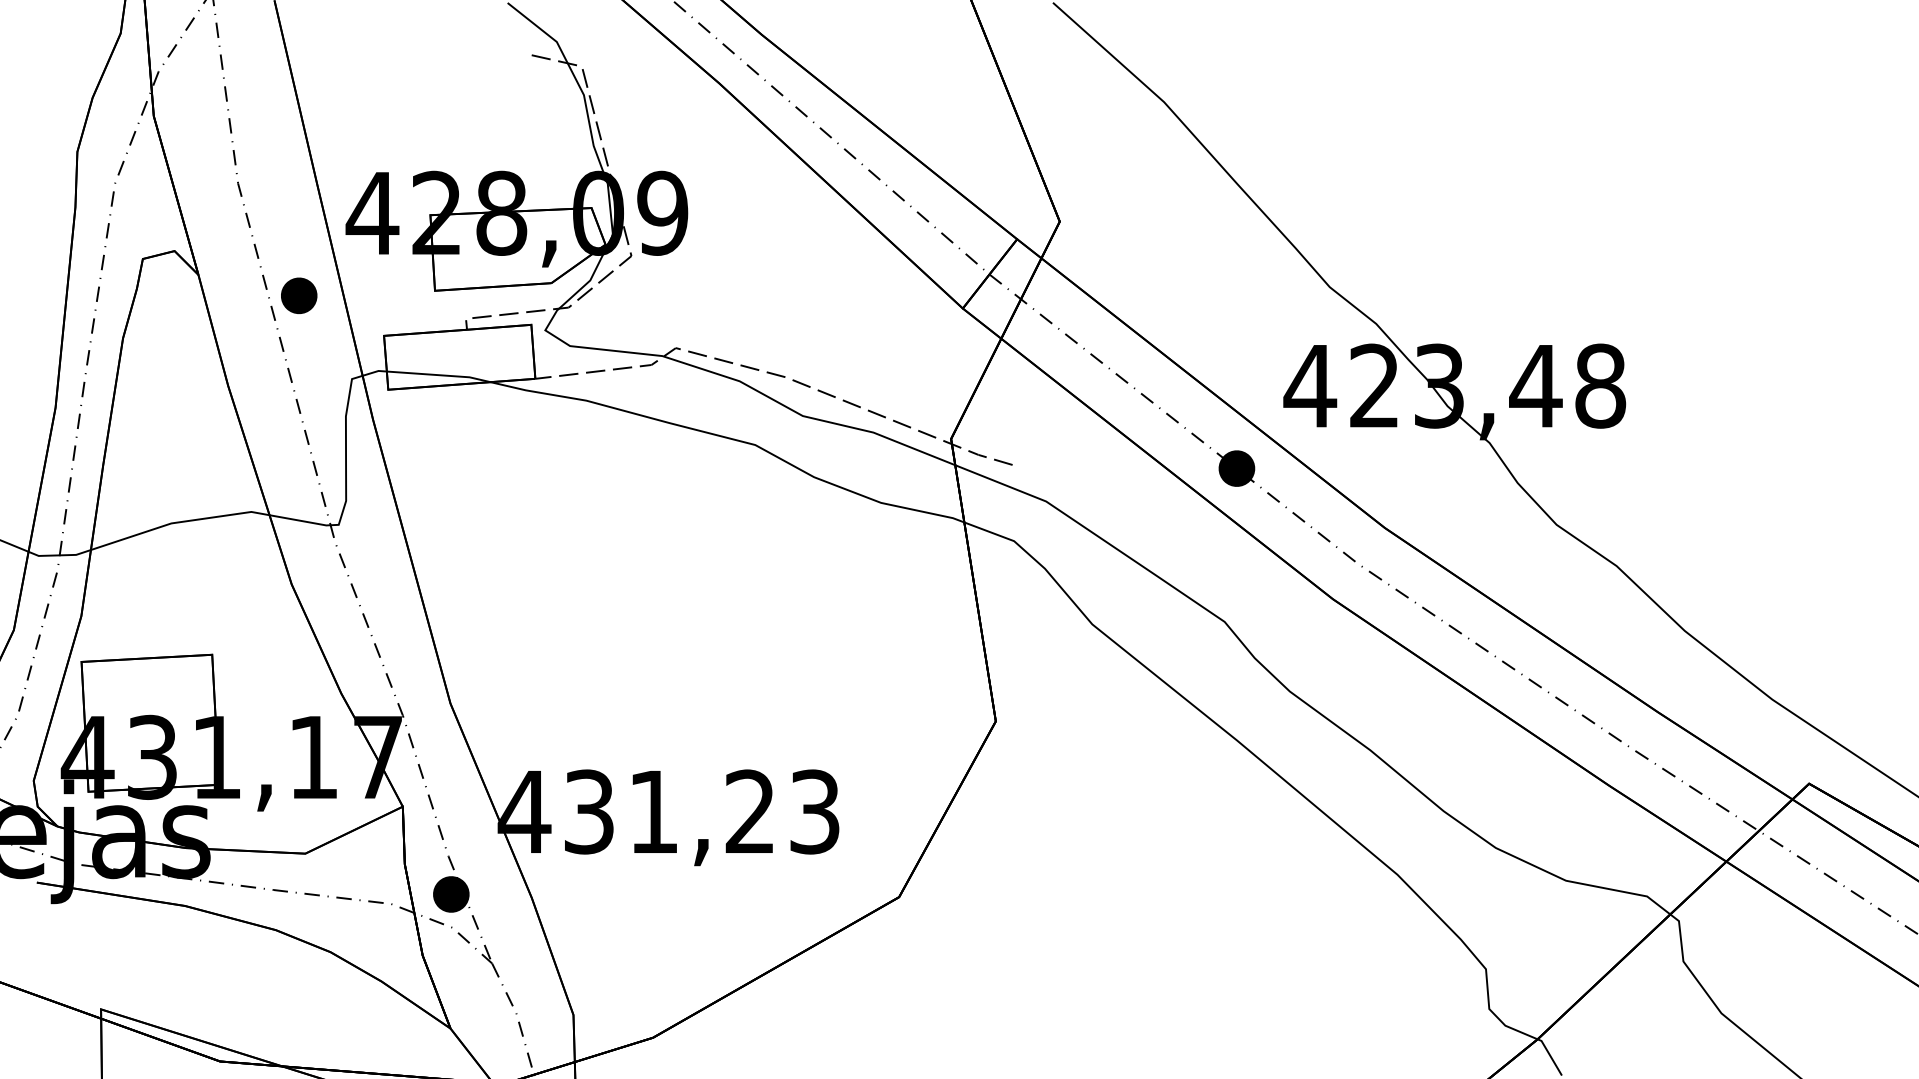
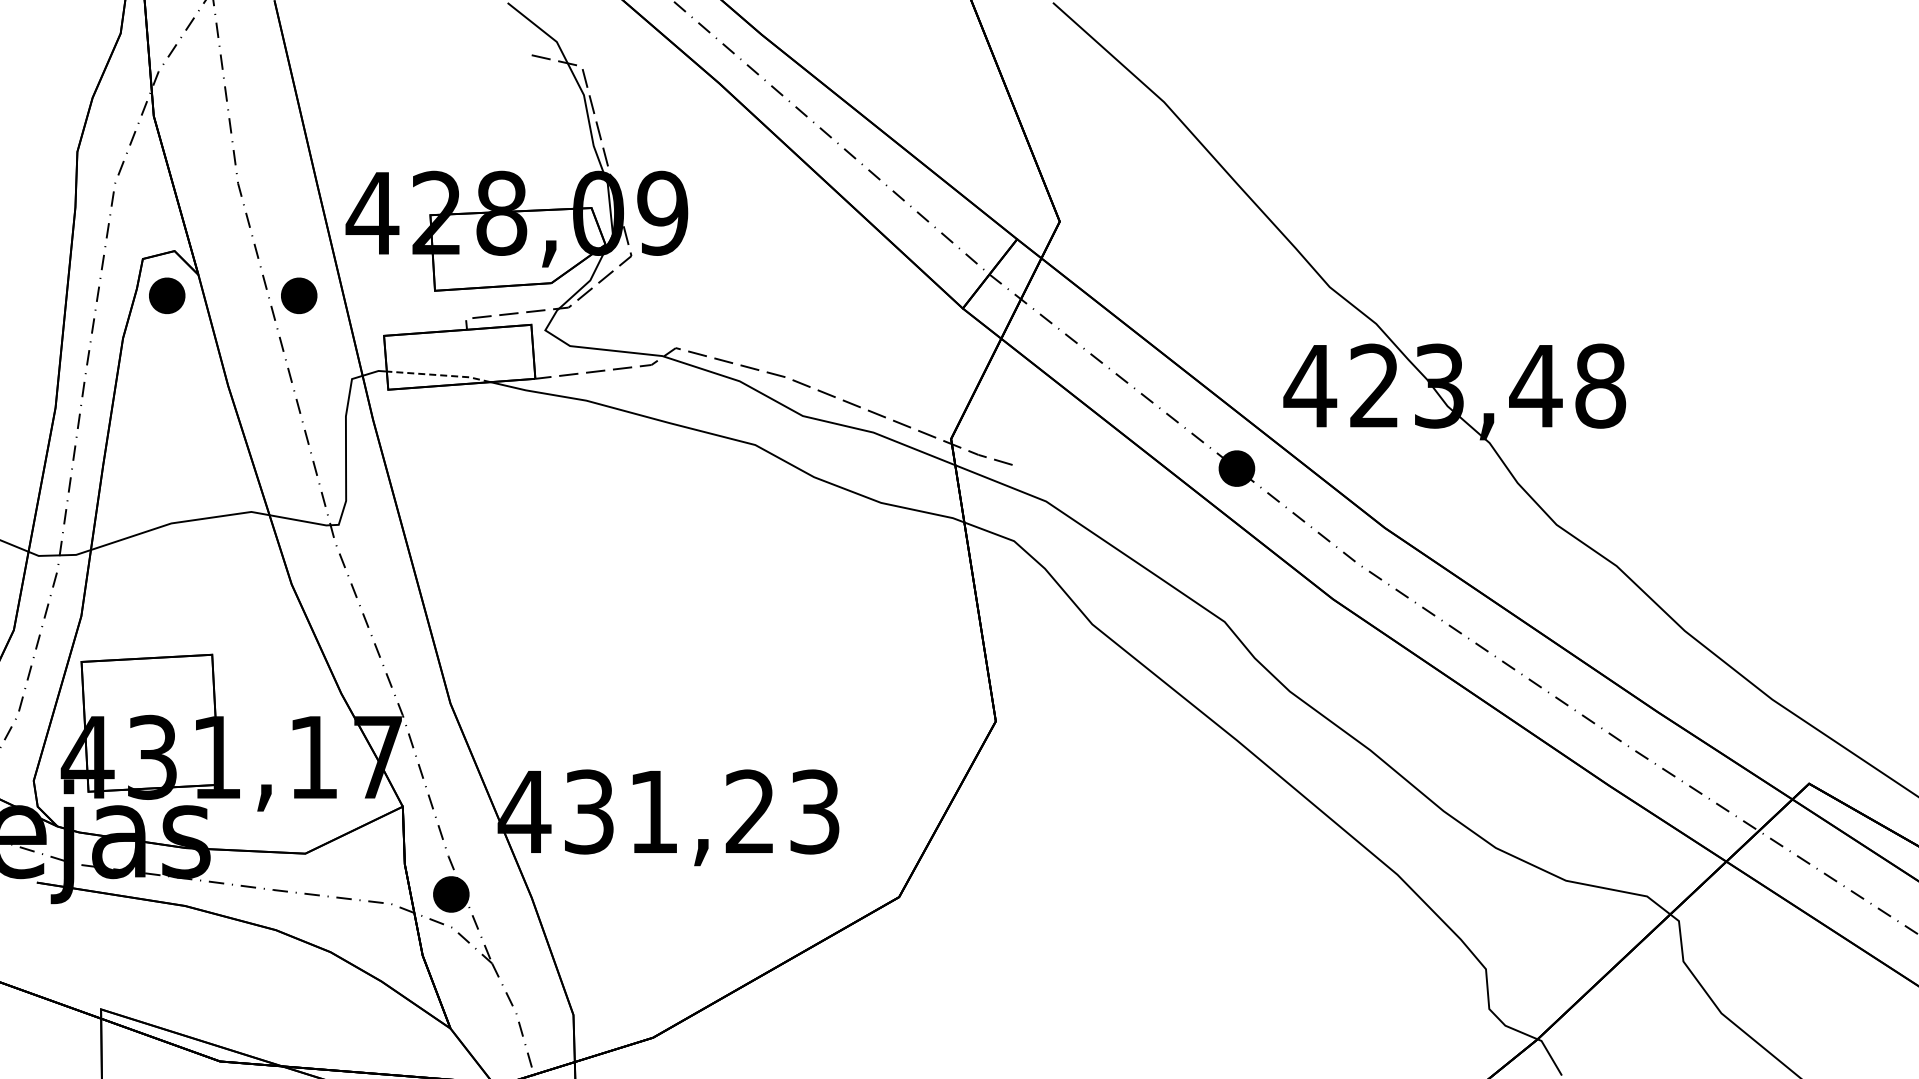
part at (167, 295): none -> present
line at (439, 375): solid -> dashed
